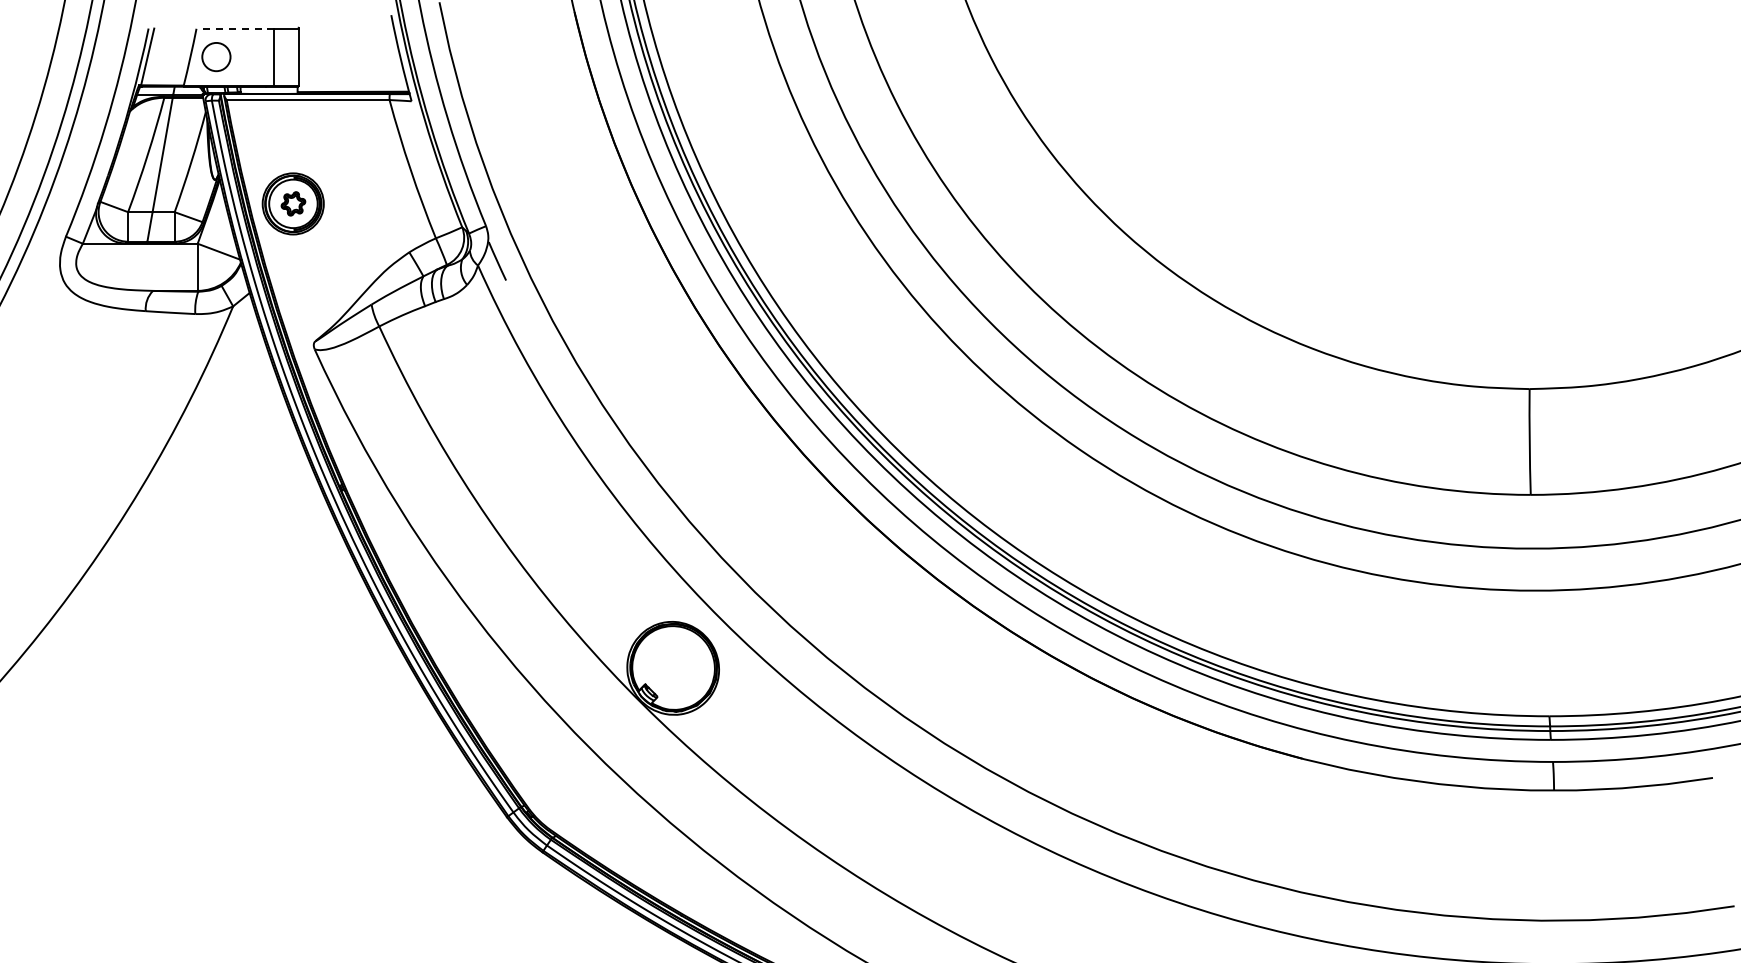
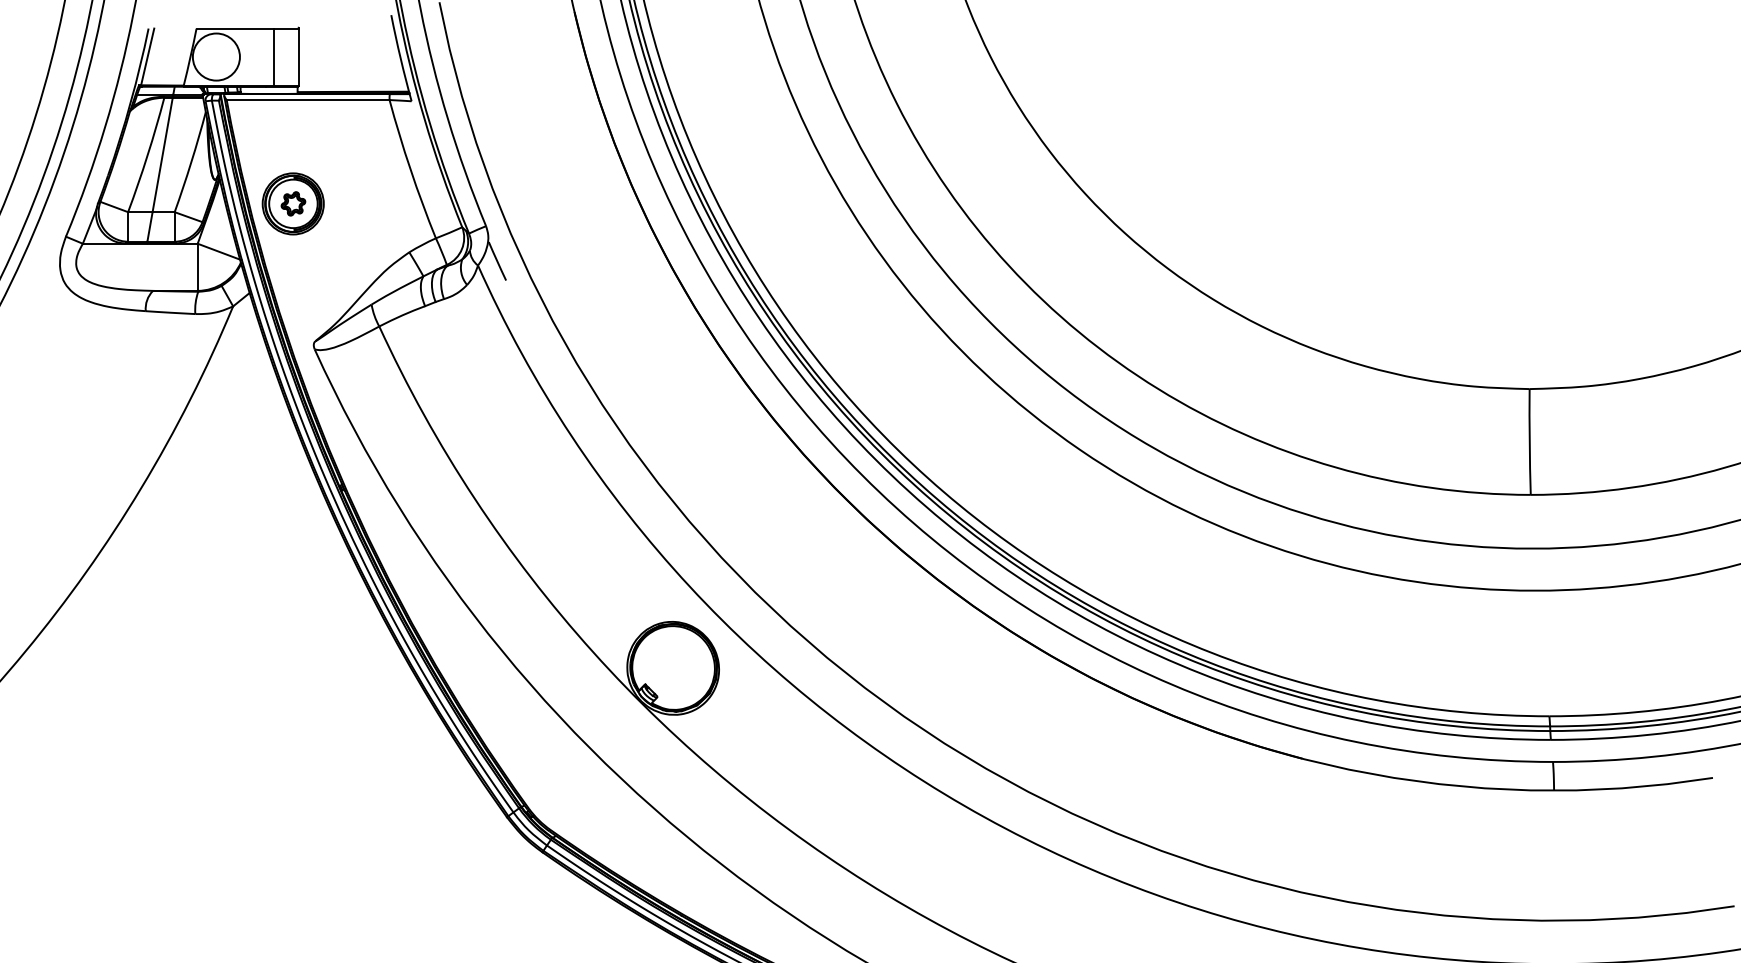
line at (235, 28): dashed -> solid
circle at (216, 56) diameter: 28 px -> 47 px
